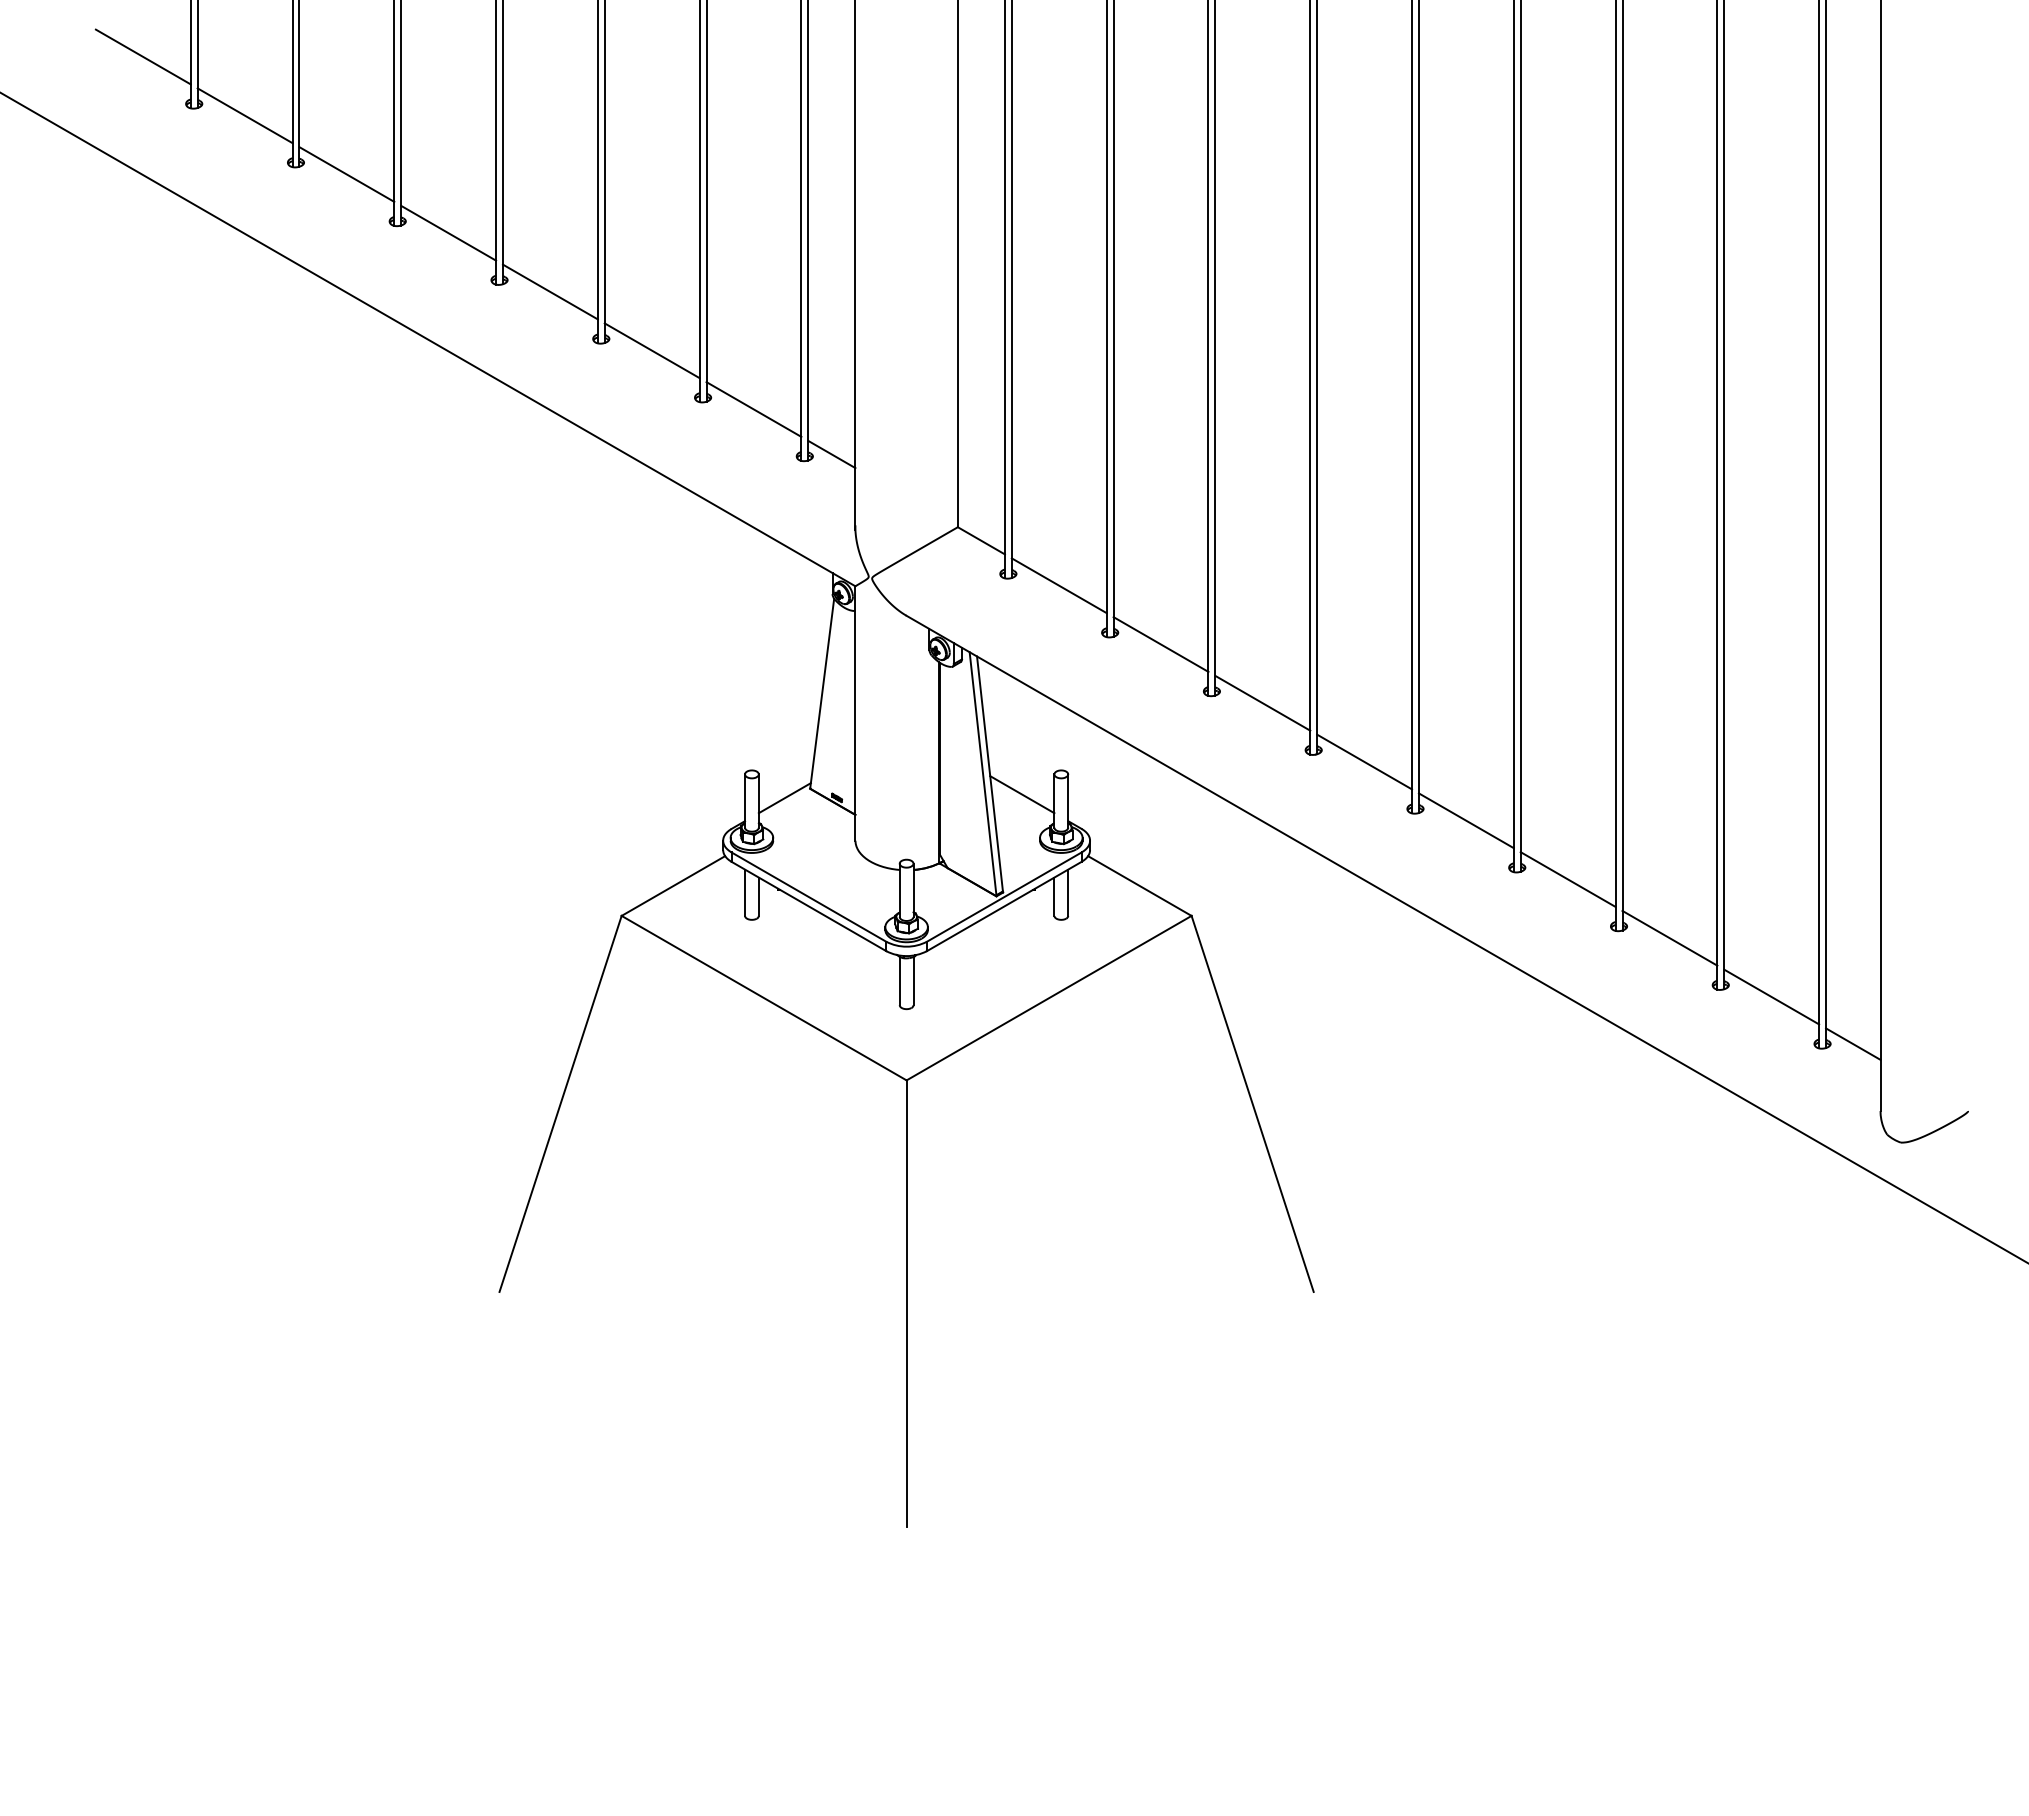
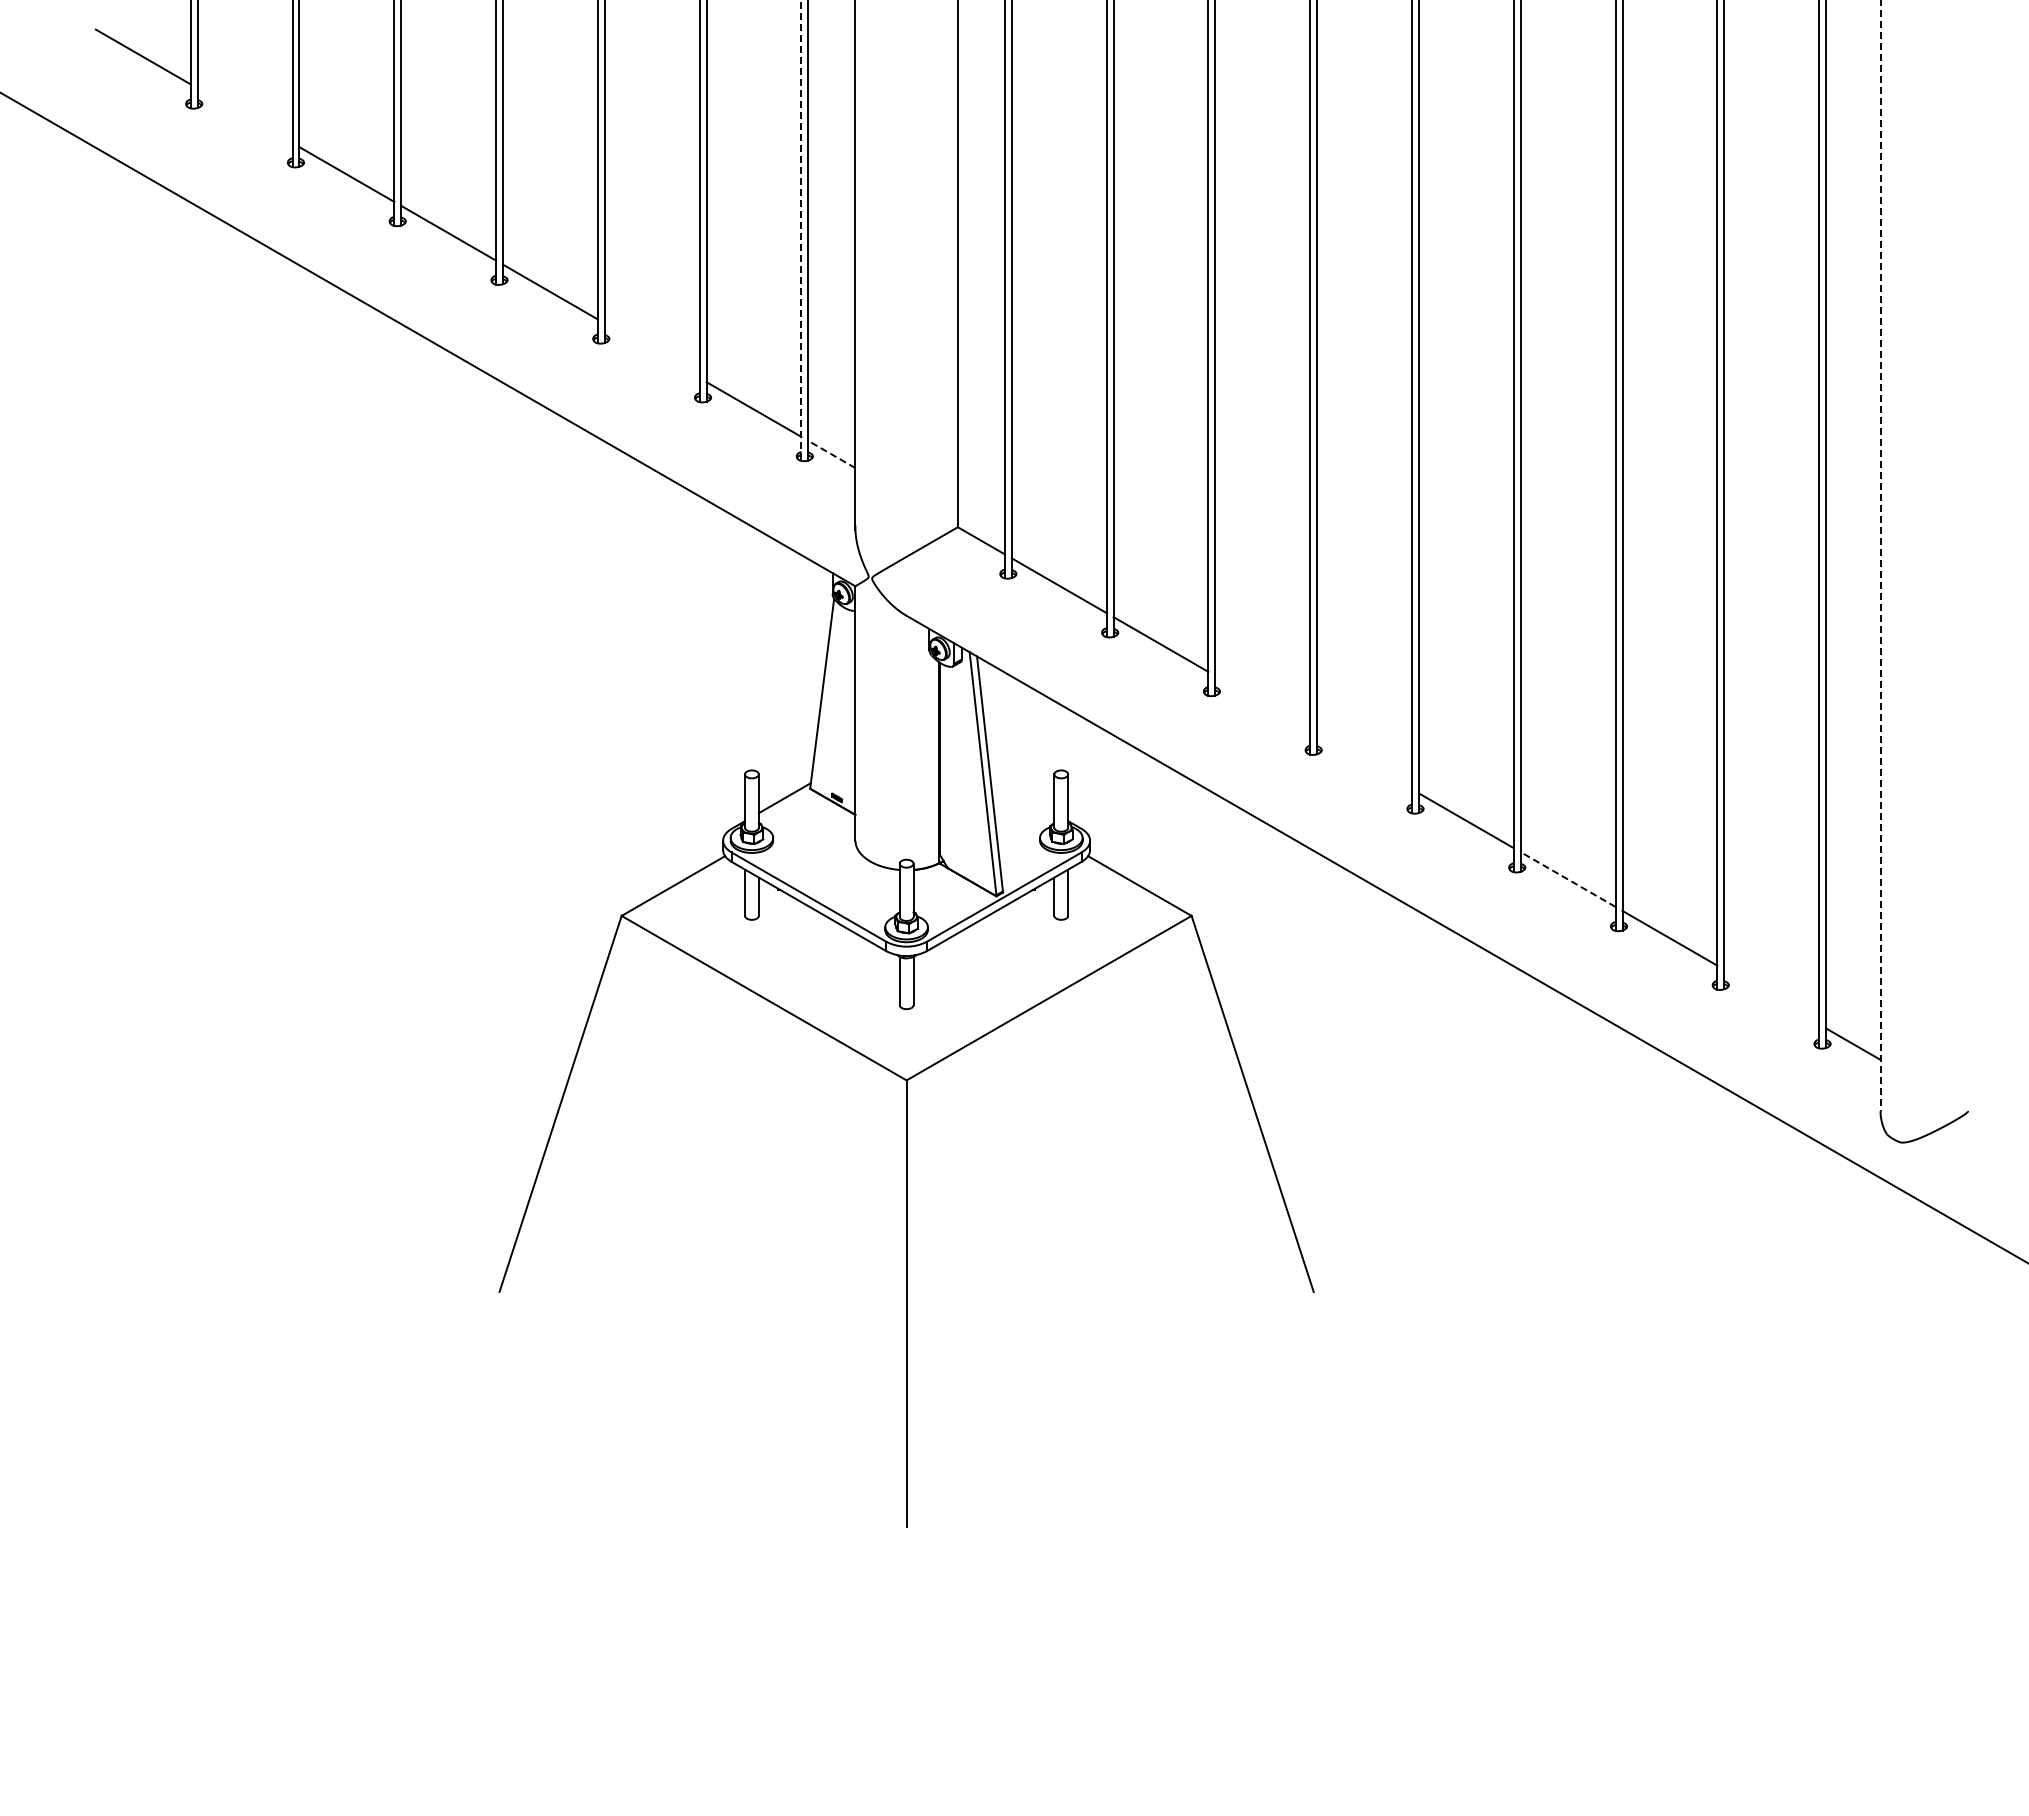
line at (244, 115): present -> none
line at (801, 230): solid -> dashed
line at (651, 350): present -> none
line at (831, 454): solid -> dashed
line at (1880, 556): solid -> dashed
line at (1262, 702): present -> none
line at (1364, 761): present -> none
line at (1022, 794): present -> none
line at (1568, 879): solid -> dashed
line at (1771, 996): present -> none
